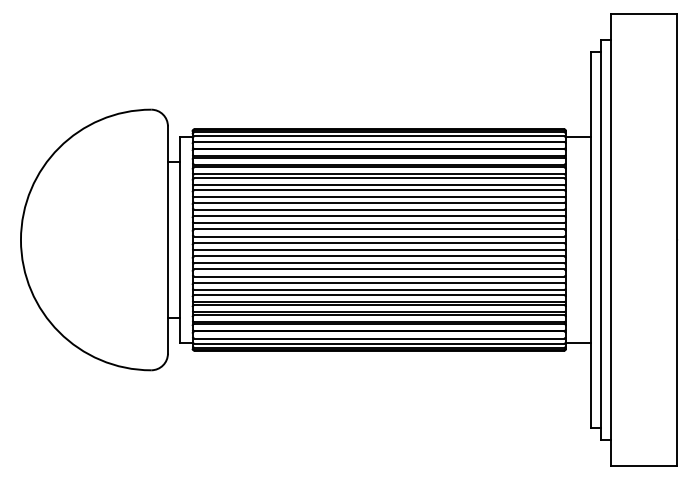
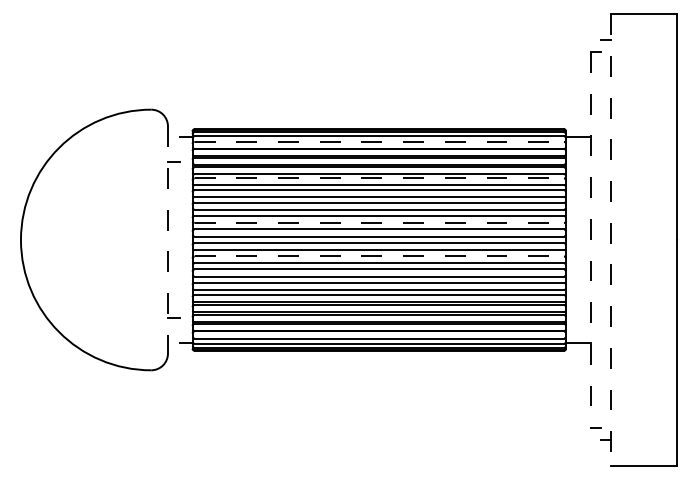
line at (379, 141): solid -> dashed
line at (379, 178): solid -> dashed
line at (379, 223): solid -> dashed
line at (167, 239): solid -> dashed
line at (180, 239): present -> none
line at (590, 239): solid -> dashed
line at (601, 239): present -> none
line at (611, 239): solid -> dashed
line at (379, 256): solid -> dashed
